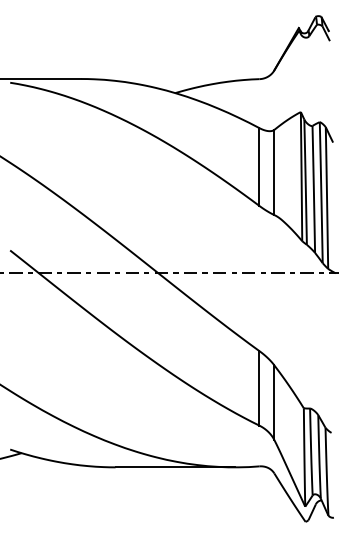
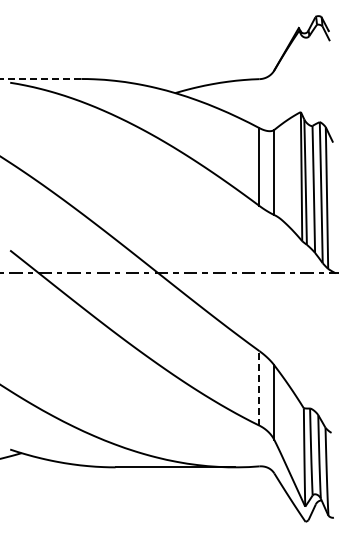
line at (40, 79): solid -> dashed
line at (259, 387): solid -> dashed
